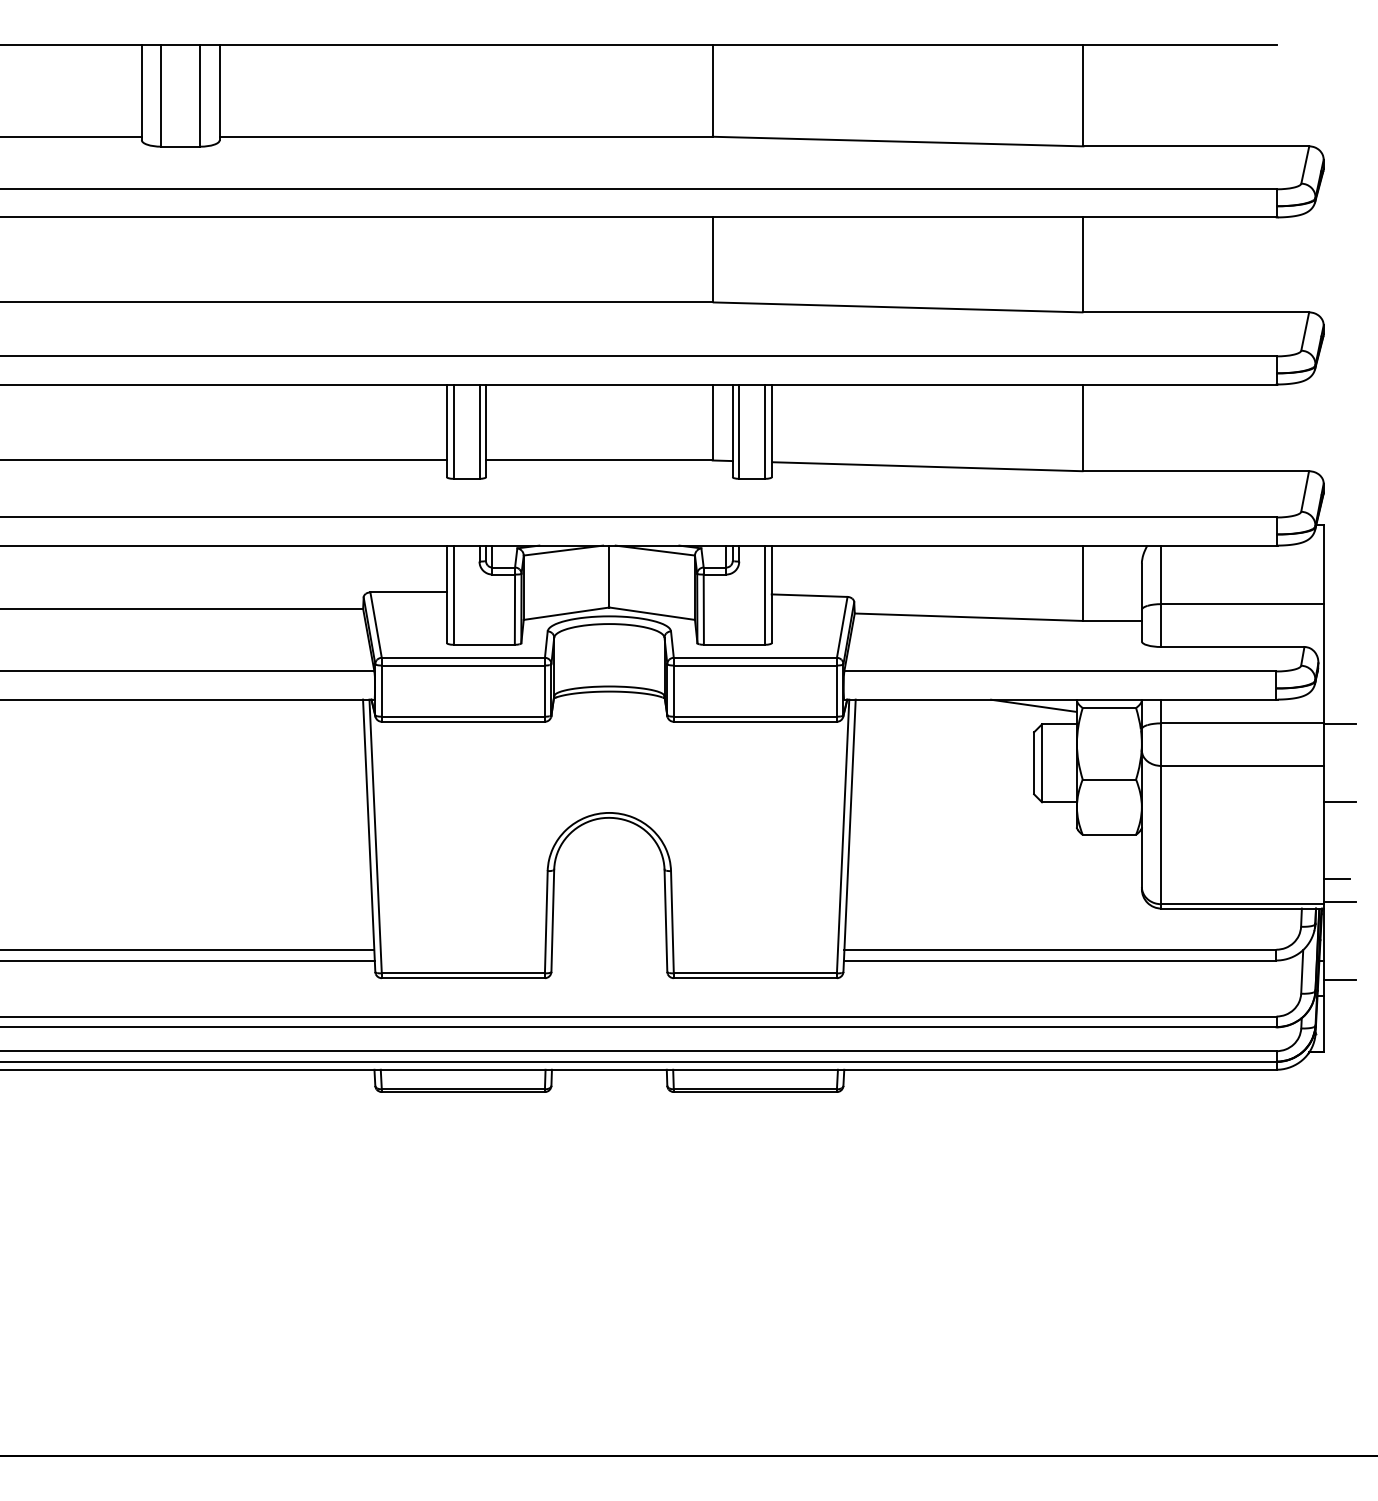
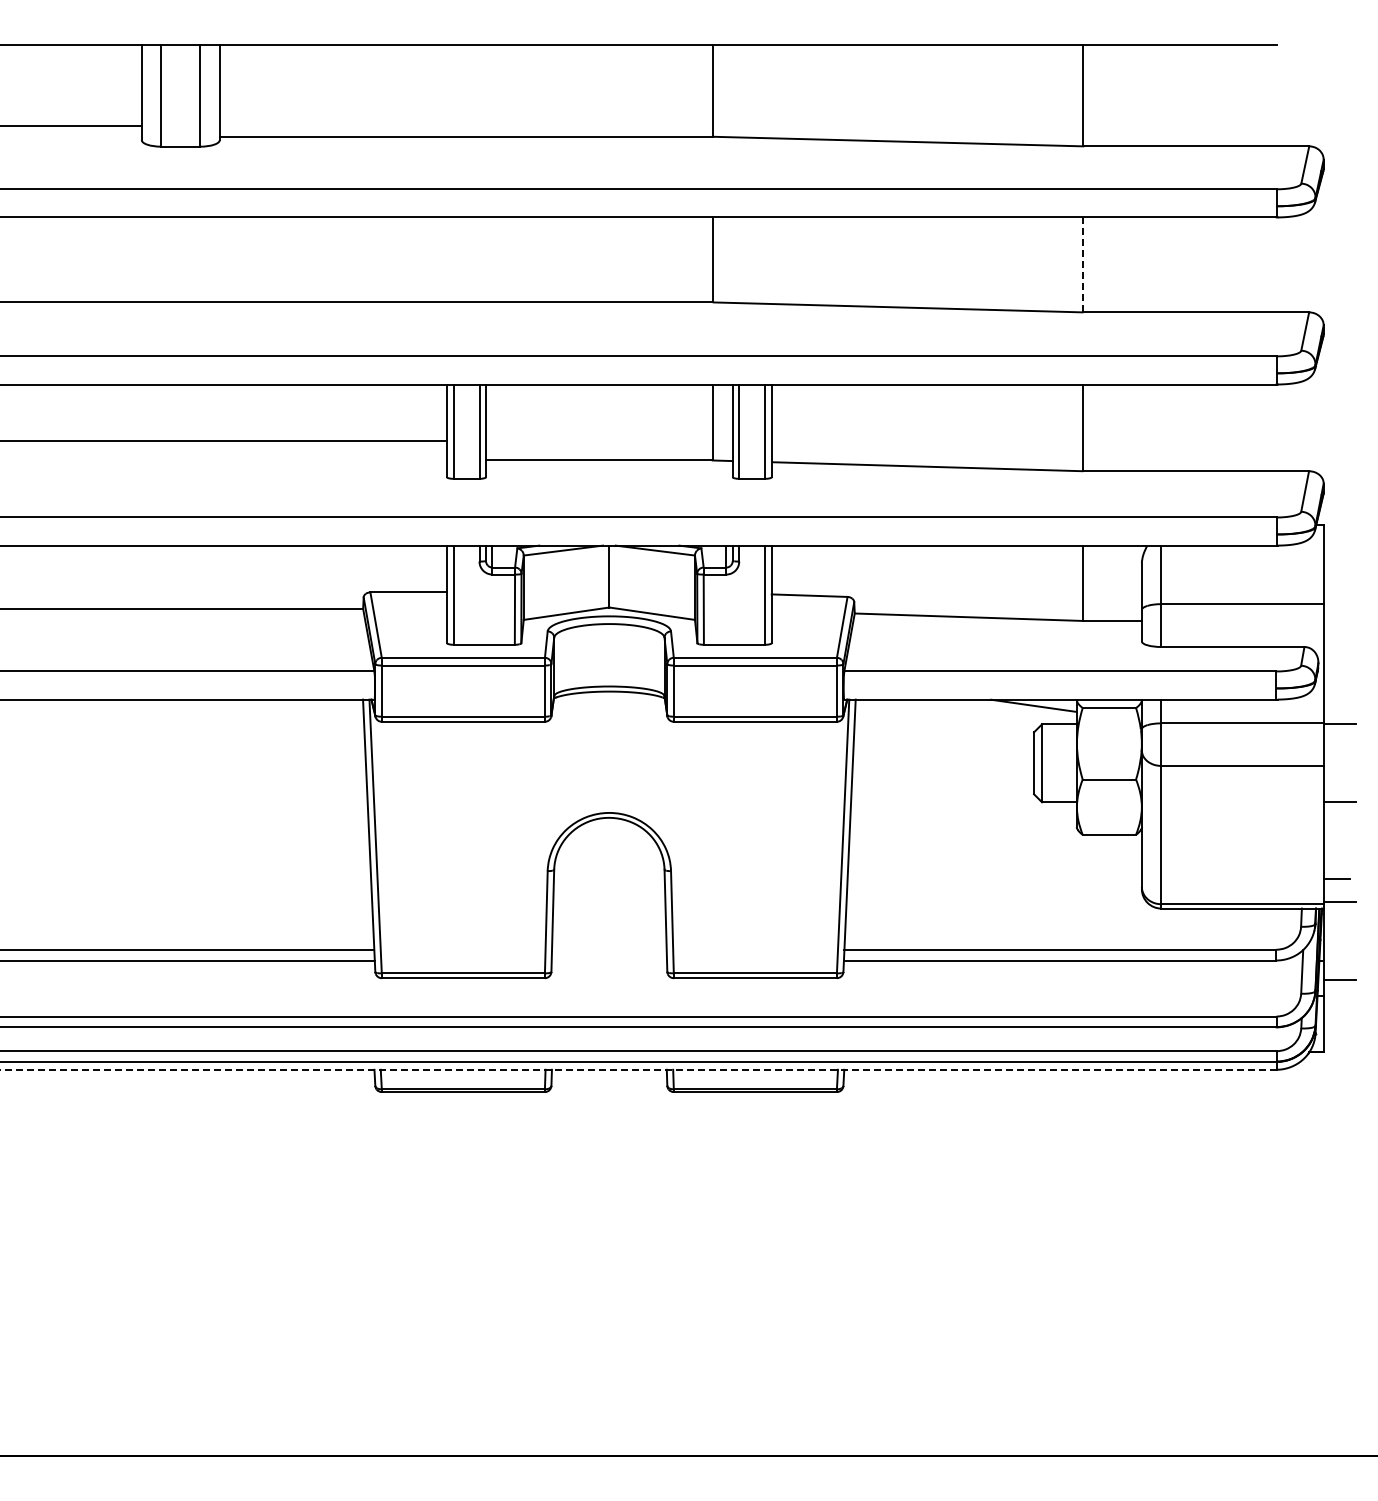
line at (71, 136) position: (71, 136) -> (71, 125)
line at (1083, 264): solid -> dashed
line at (224, 460) position: (224, 460) -> (224, 441)
line at (638, 1069): solid -> dashed
